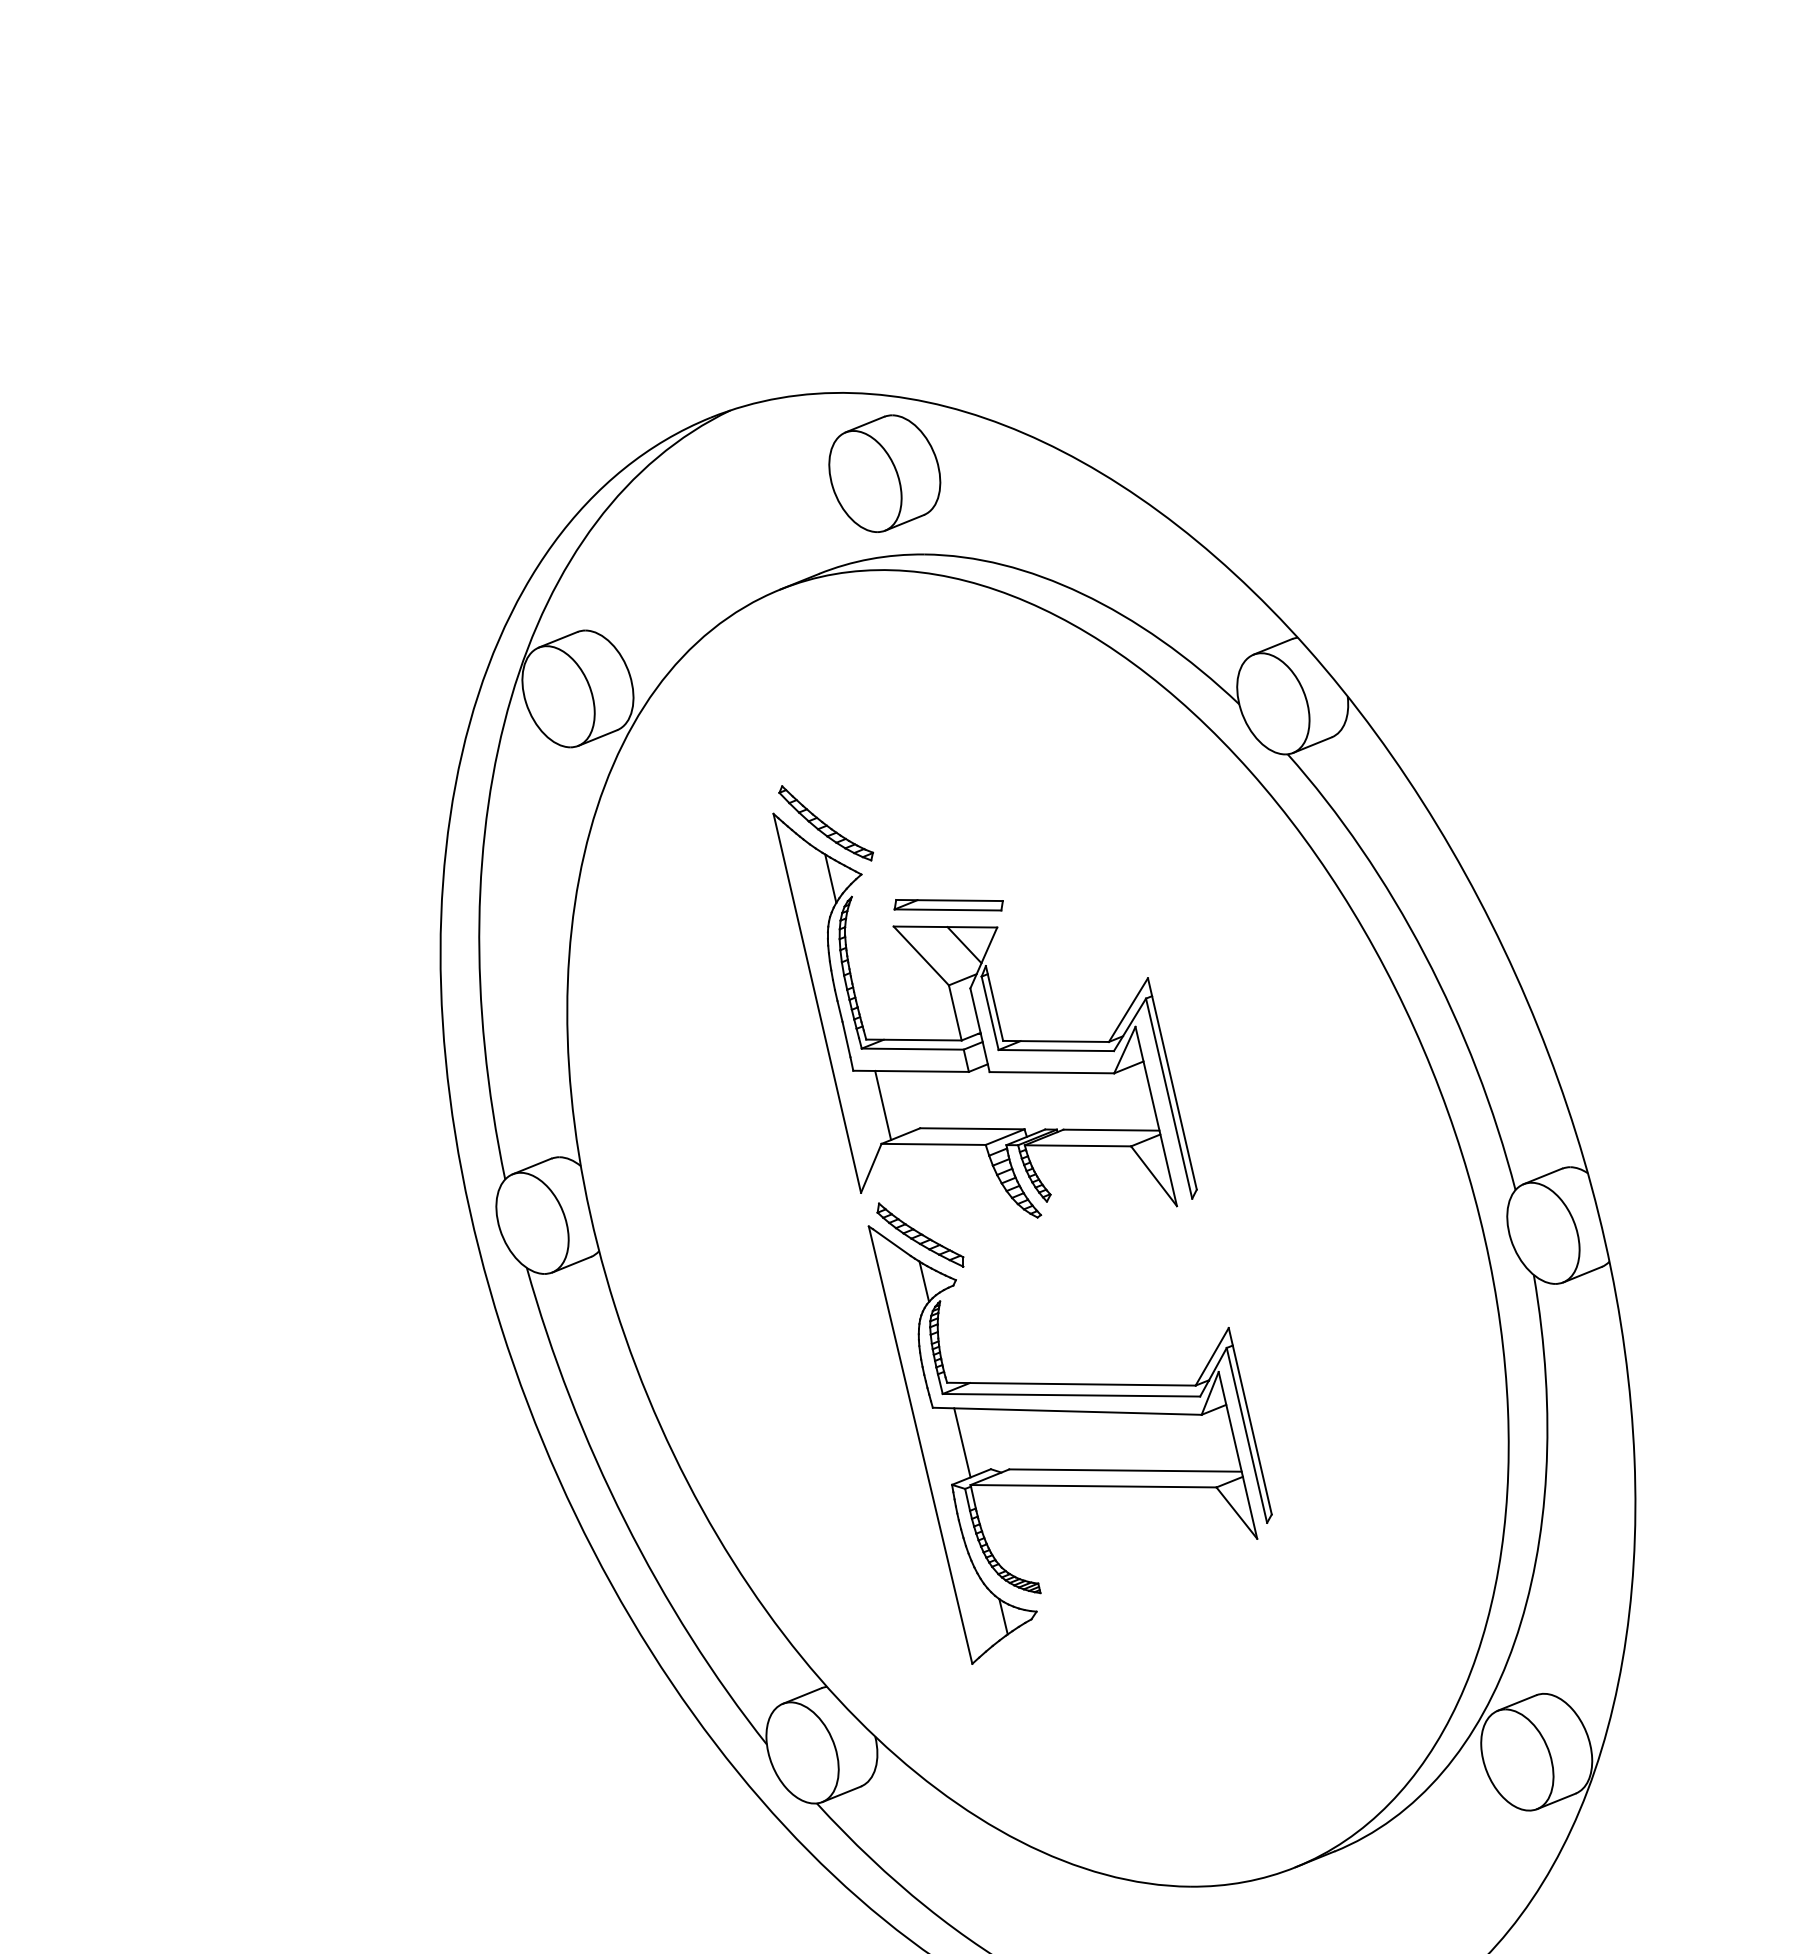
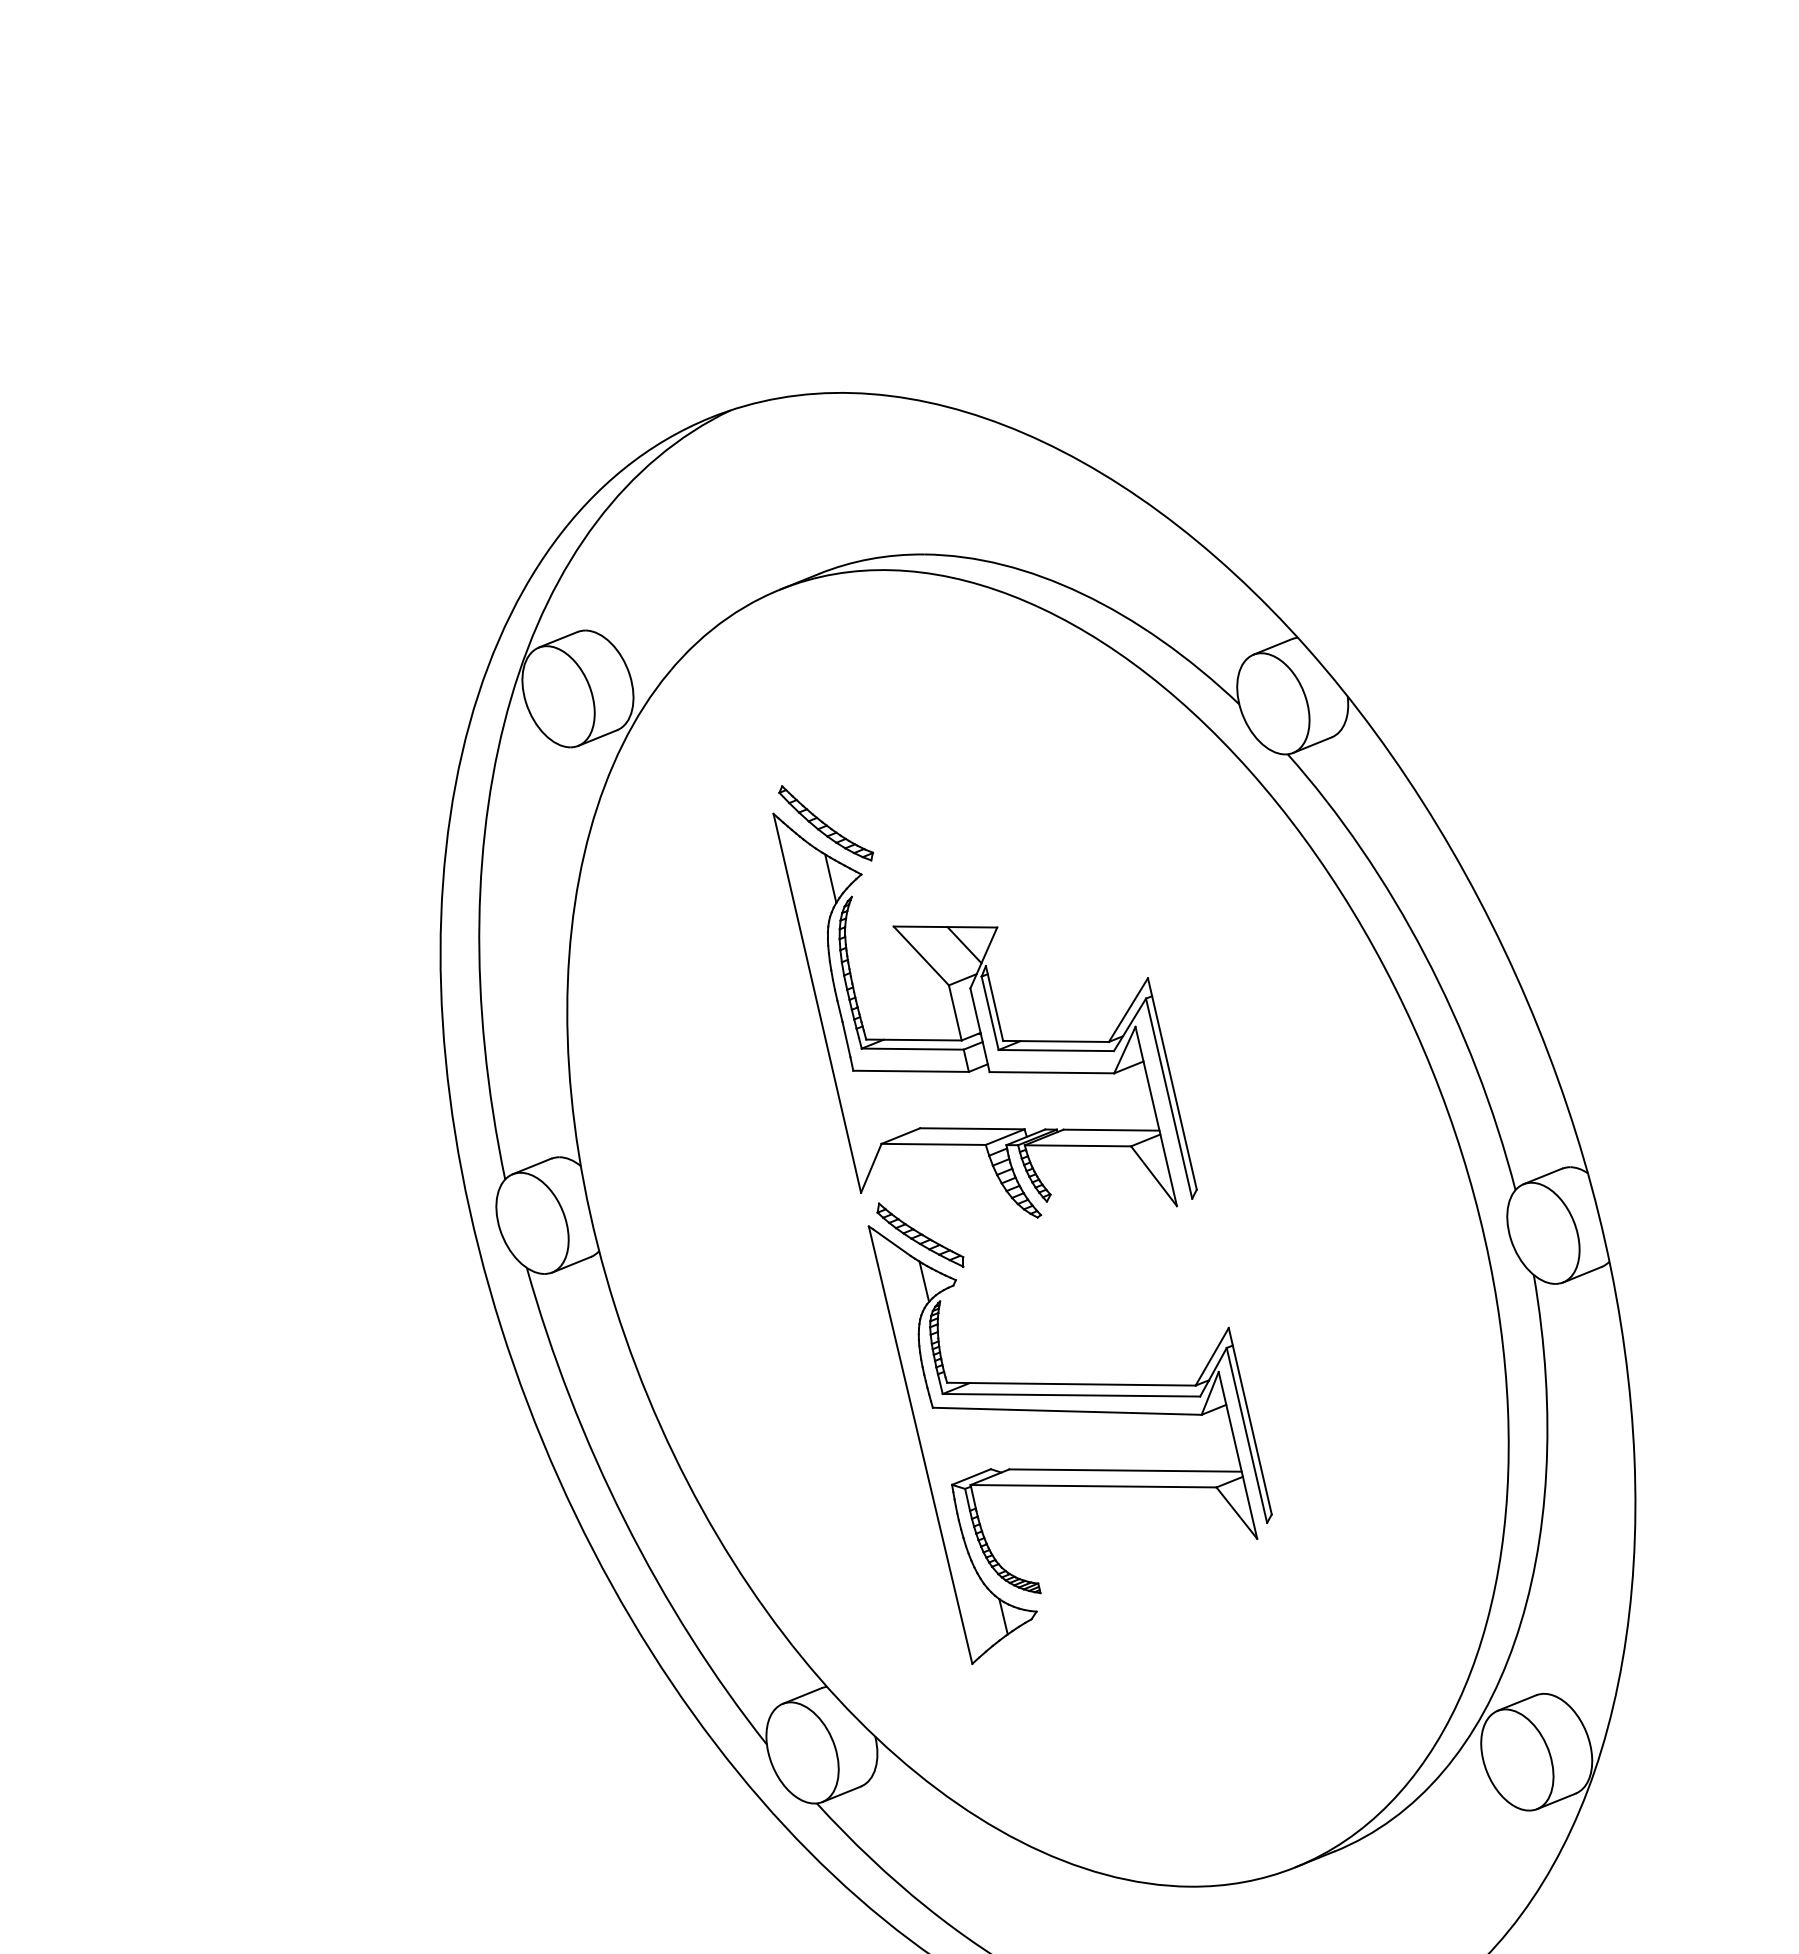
part at (884, 473): present -> none
part at (948, 905): present -> none
line at (883, 1105): present -> none
line at (962, 1442): present -> none
